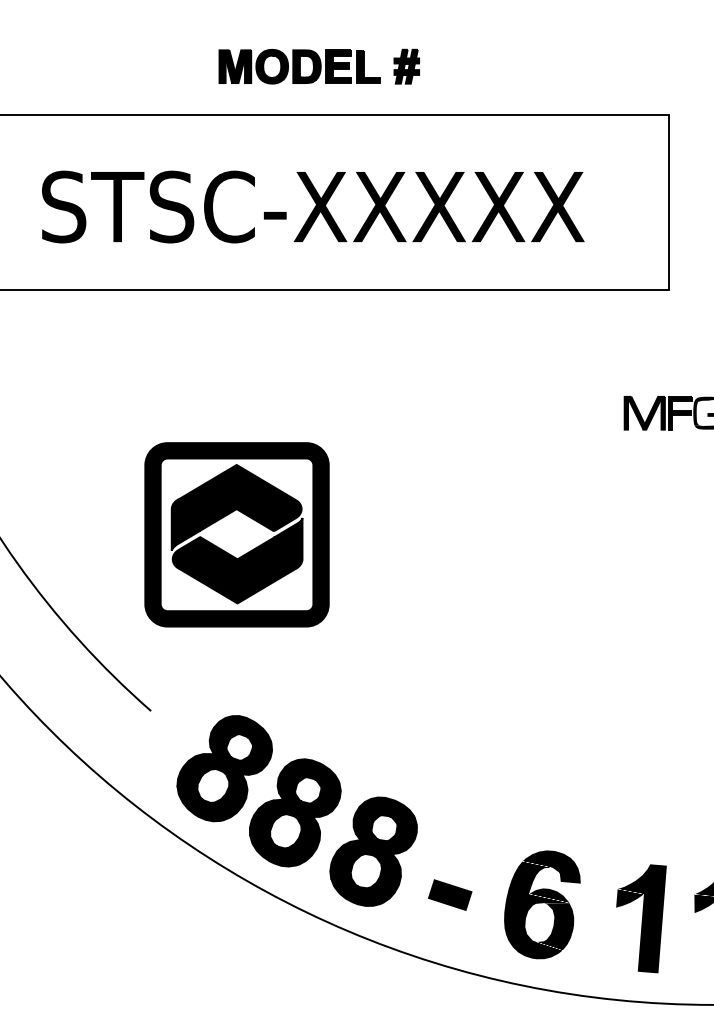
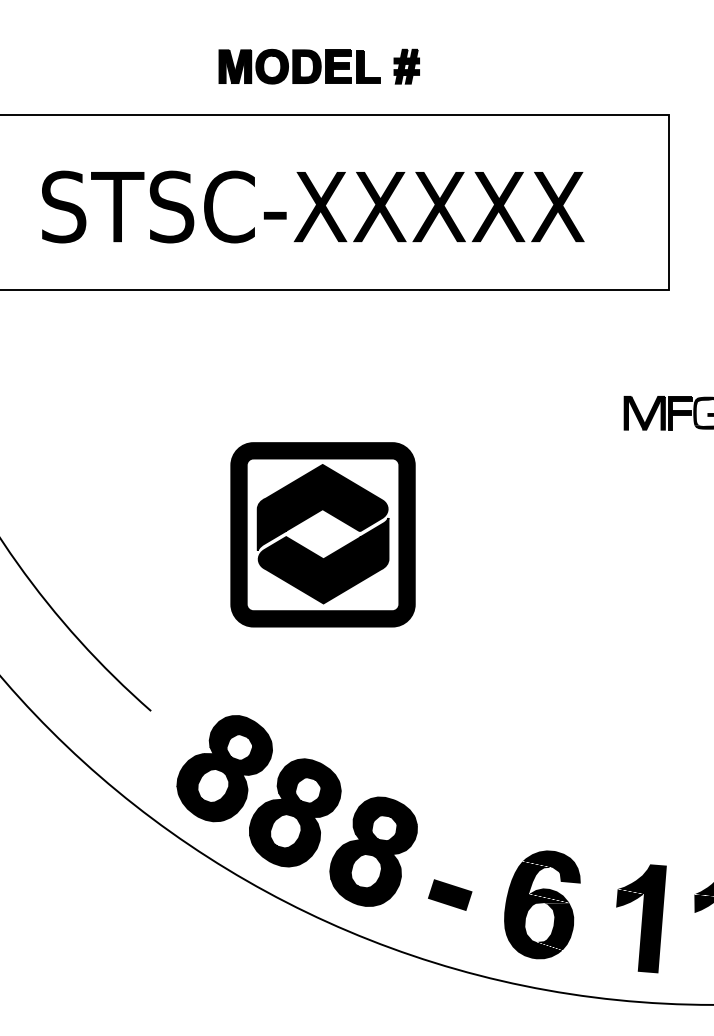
part at (236, 534) position: (236, 534) -> (322, 534)
